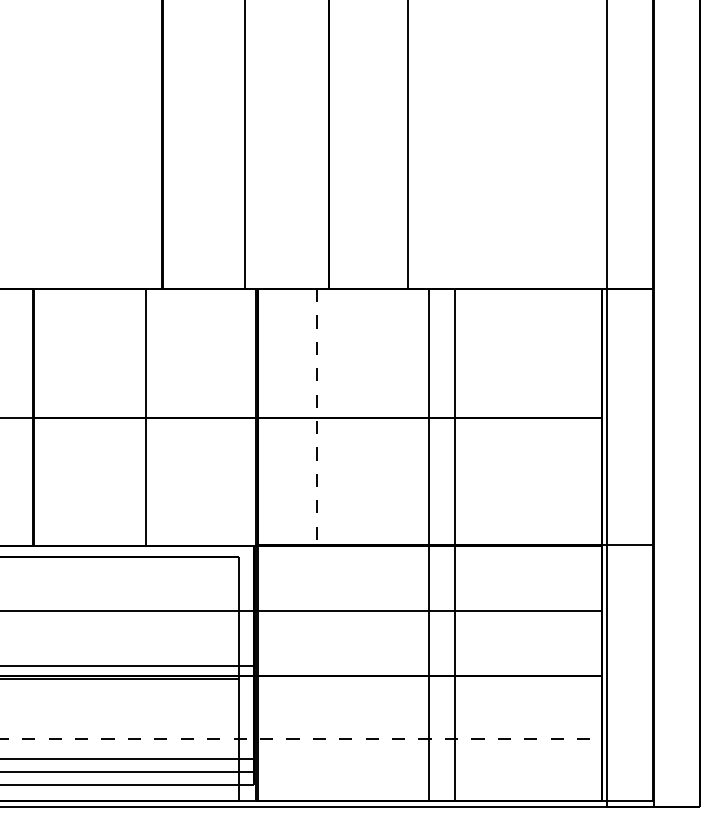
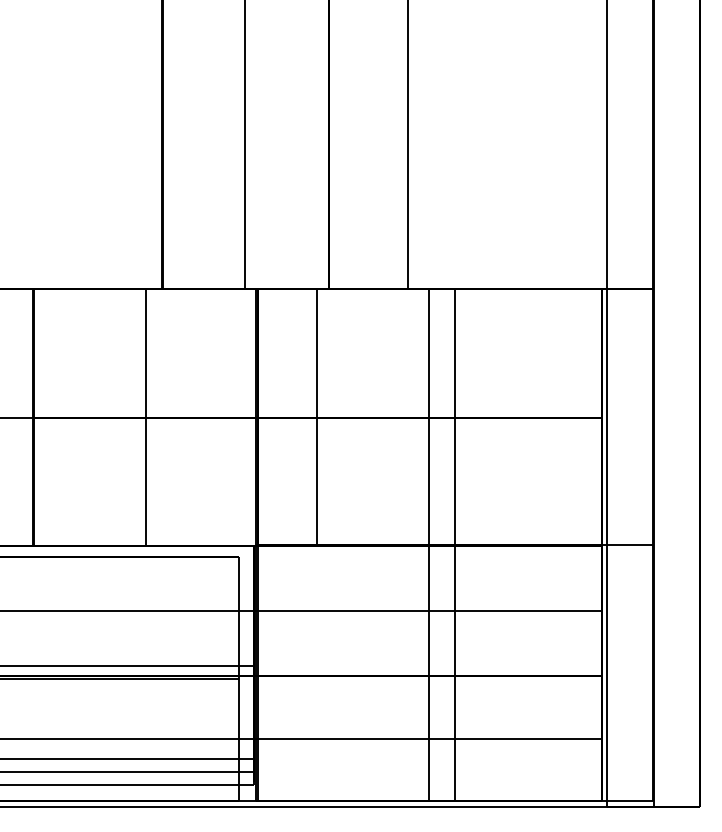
line at (317, 417): dashed -> solid
line at (301, 738): dashed -> solid
